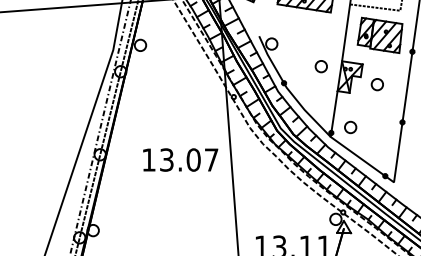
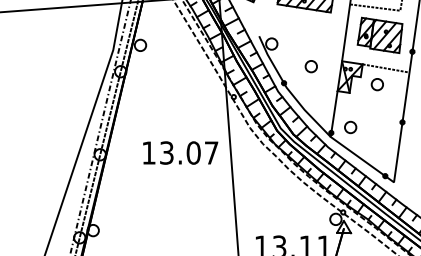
part at (320, 66) position: (320, 66) -> (310, 66)
line at (385, 68): none -> present
text at (180, 159) position: (180, 159) -> (180, 152)
